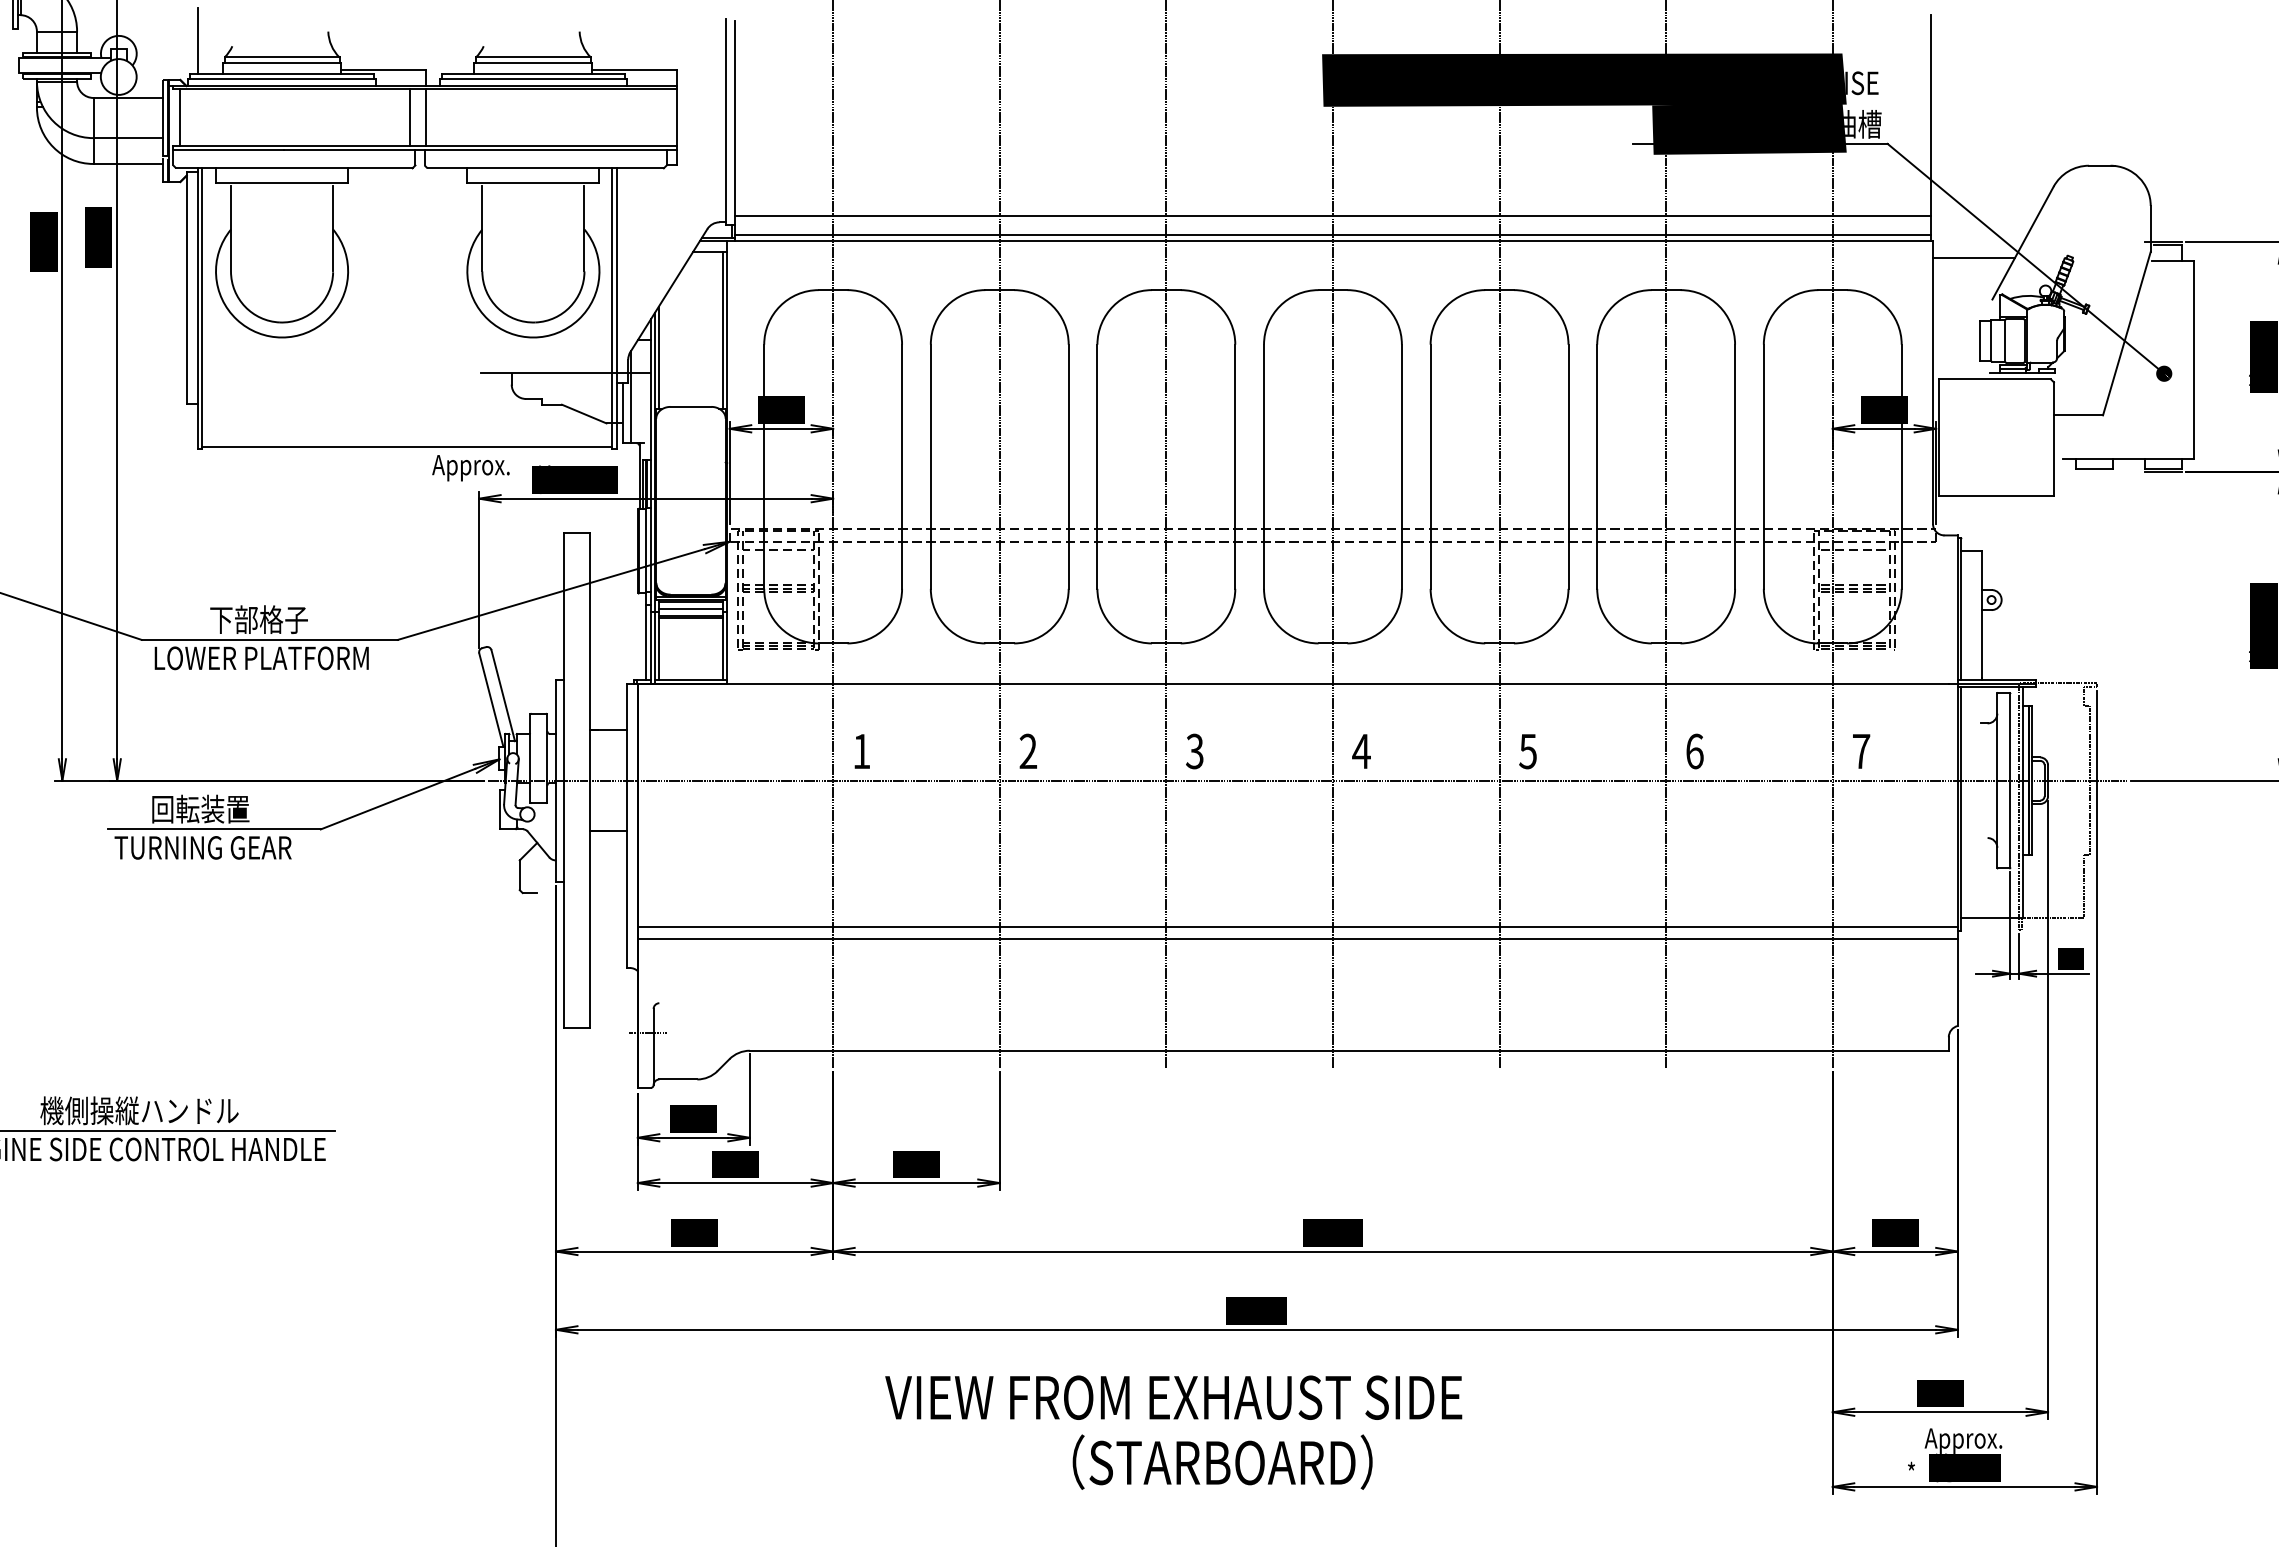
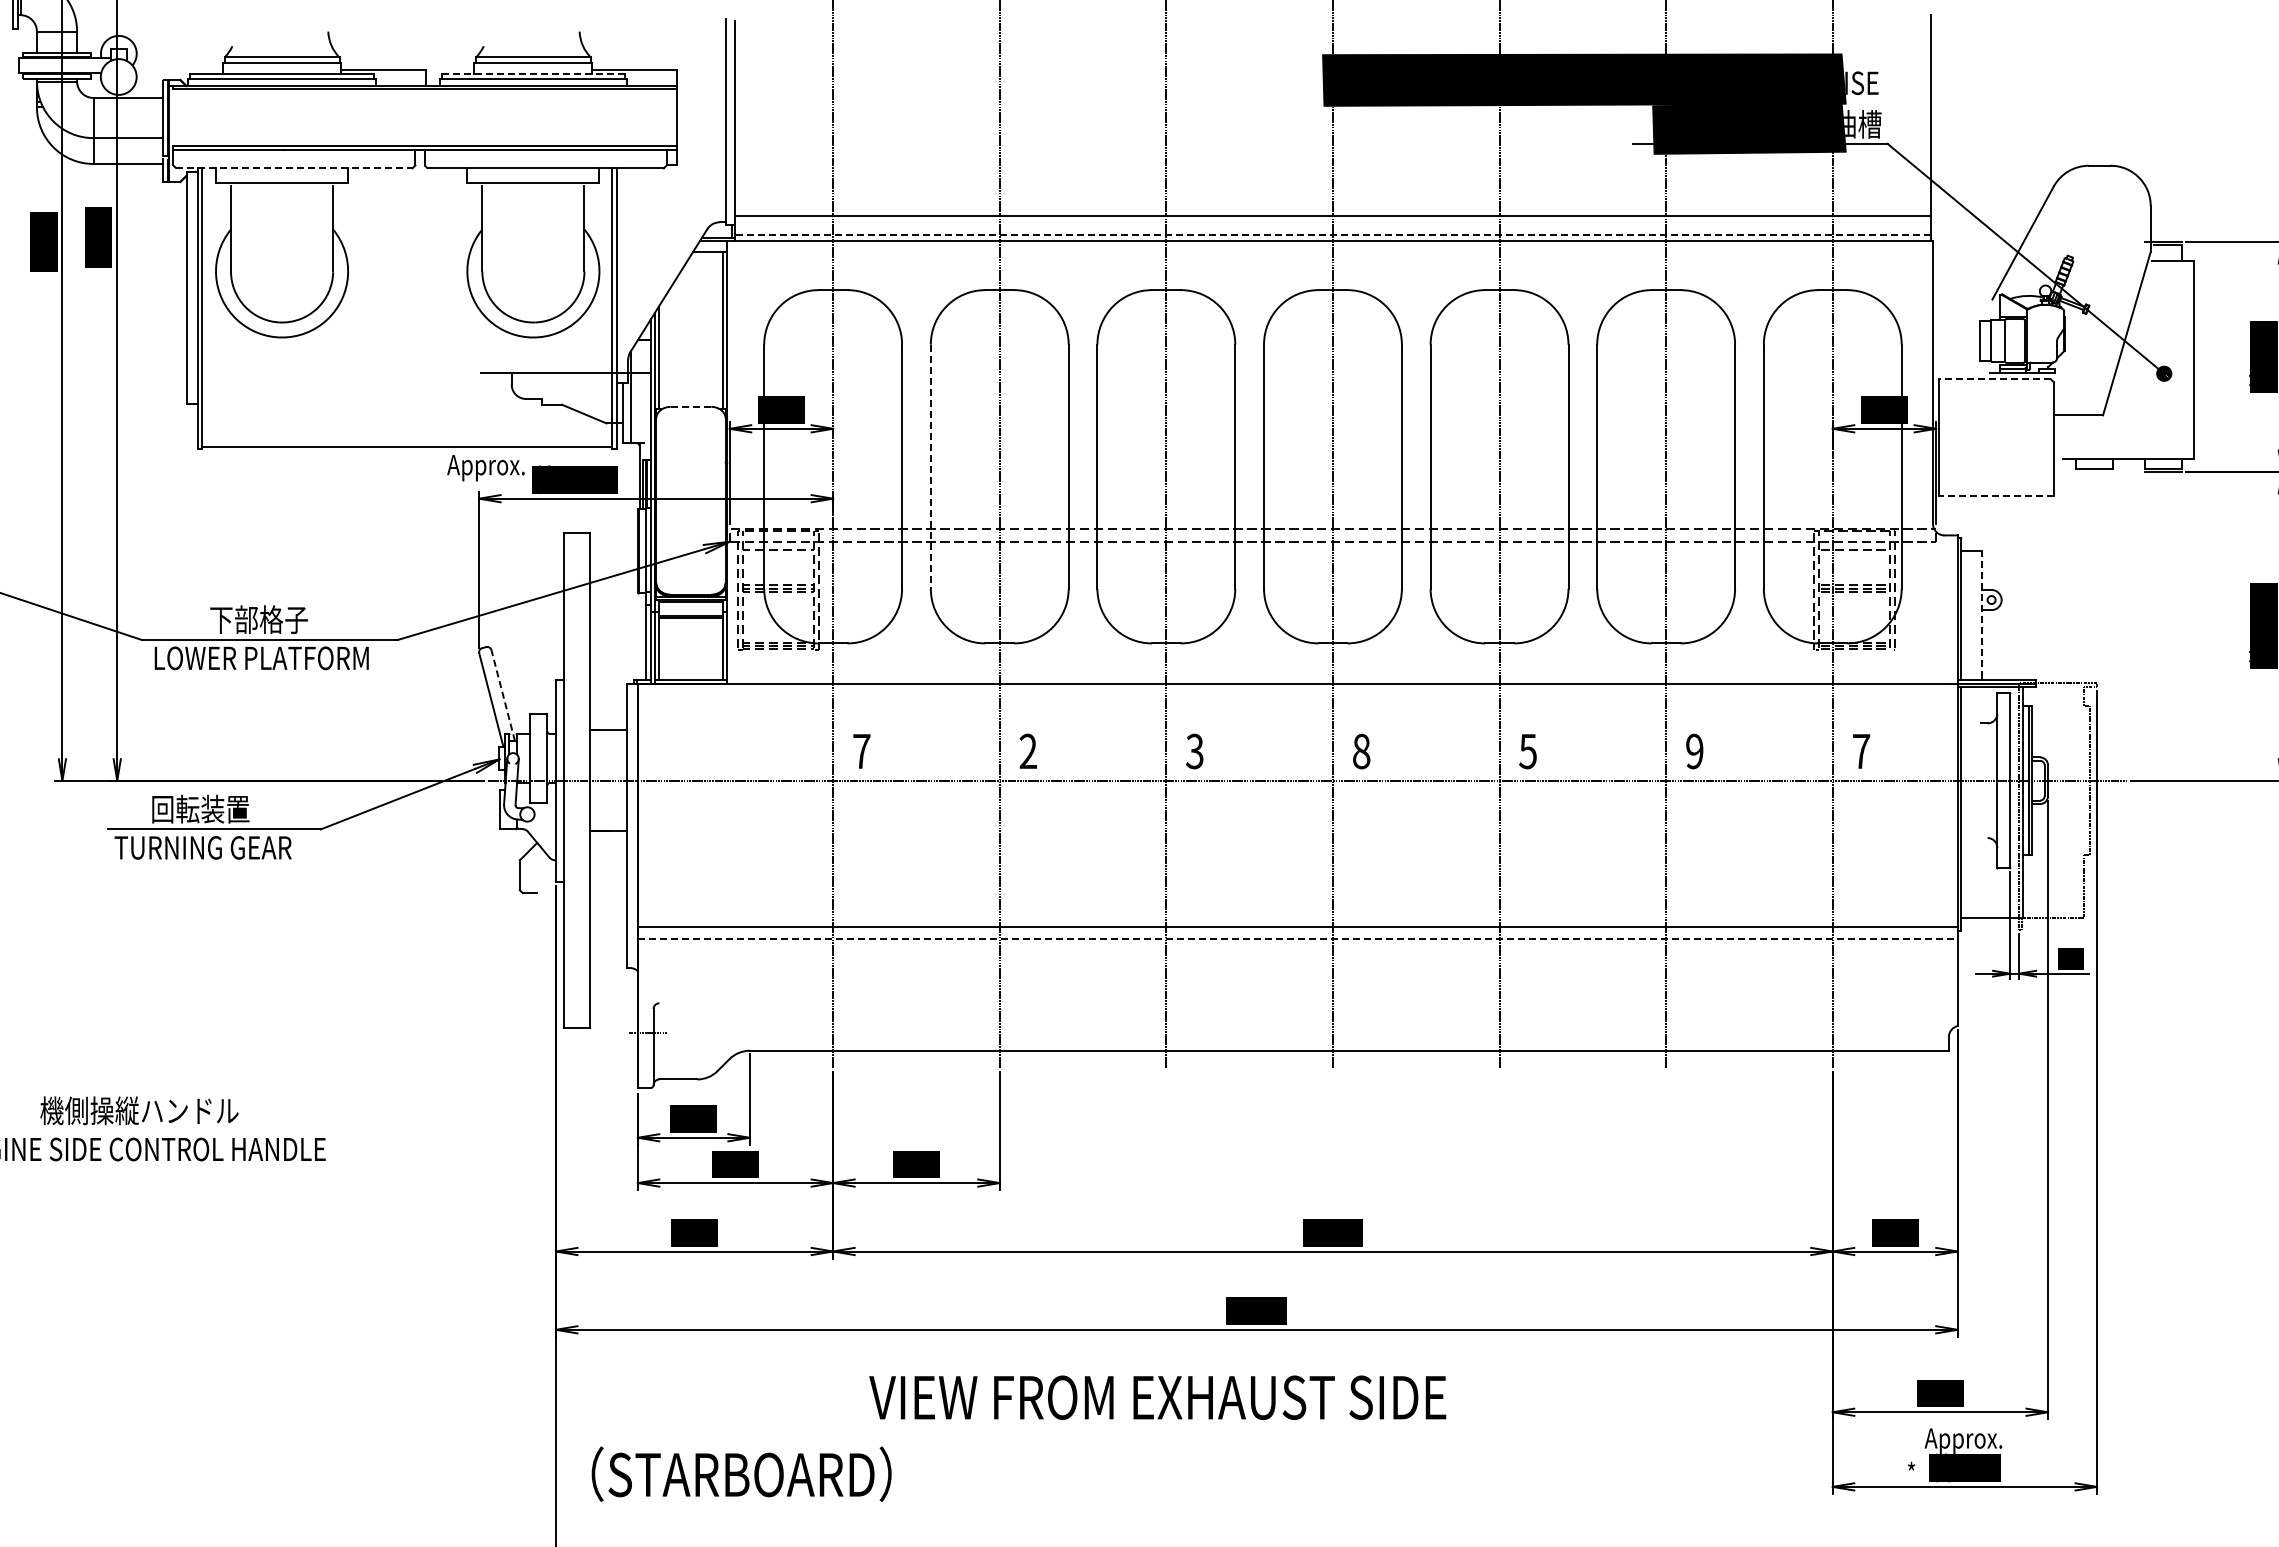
line at (197, 40): present -> none
line at (533, 74): solid -> dashed
line at (179, 117): present -> none
line at (410, 117): present -> none
line at (425, 117): present -> none
line at (294, 168): solid -> dashed
line at (1332, 235): solid -> dashed
line at (1973, 258): present -> none
line at (1994, 379): solid -> dashed
line at (690, 406): solid -> dashed
line at (930, 467): solid -> dashed
text at (470, 468) position: (470, 468) -> (485, 468)
line at (1996, 495): solid -> dashed
line at (690, 609): present -> none
line at (1982, 614): solid -> dashed
line at (503, 695): solid -> dashed
text at (861, 751): 1 -> 7
text at (1361, 751): 4 -> 8
text at (1694, 751): 6 -> 9
line at (1297, 938): solid -> dashed
line at (168, 1131): present -> none
text at (1173, 1397) position: (1173, 1397) -> (1157, 1397)
text at (1222, 1461) position: (1222, 1461) -> (741, 1473)
